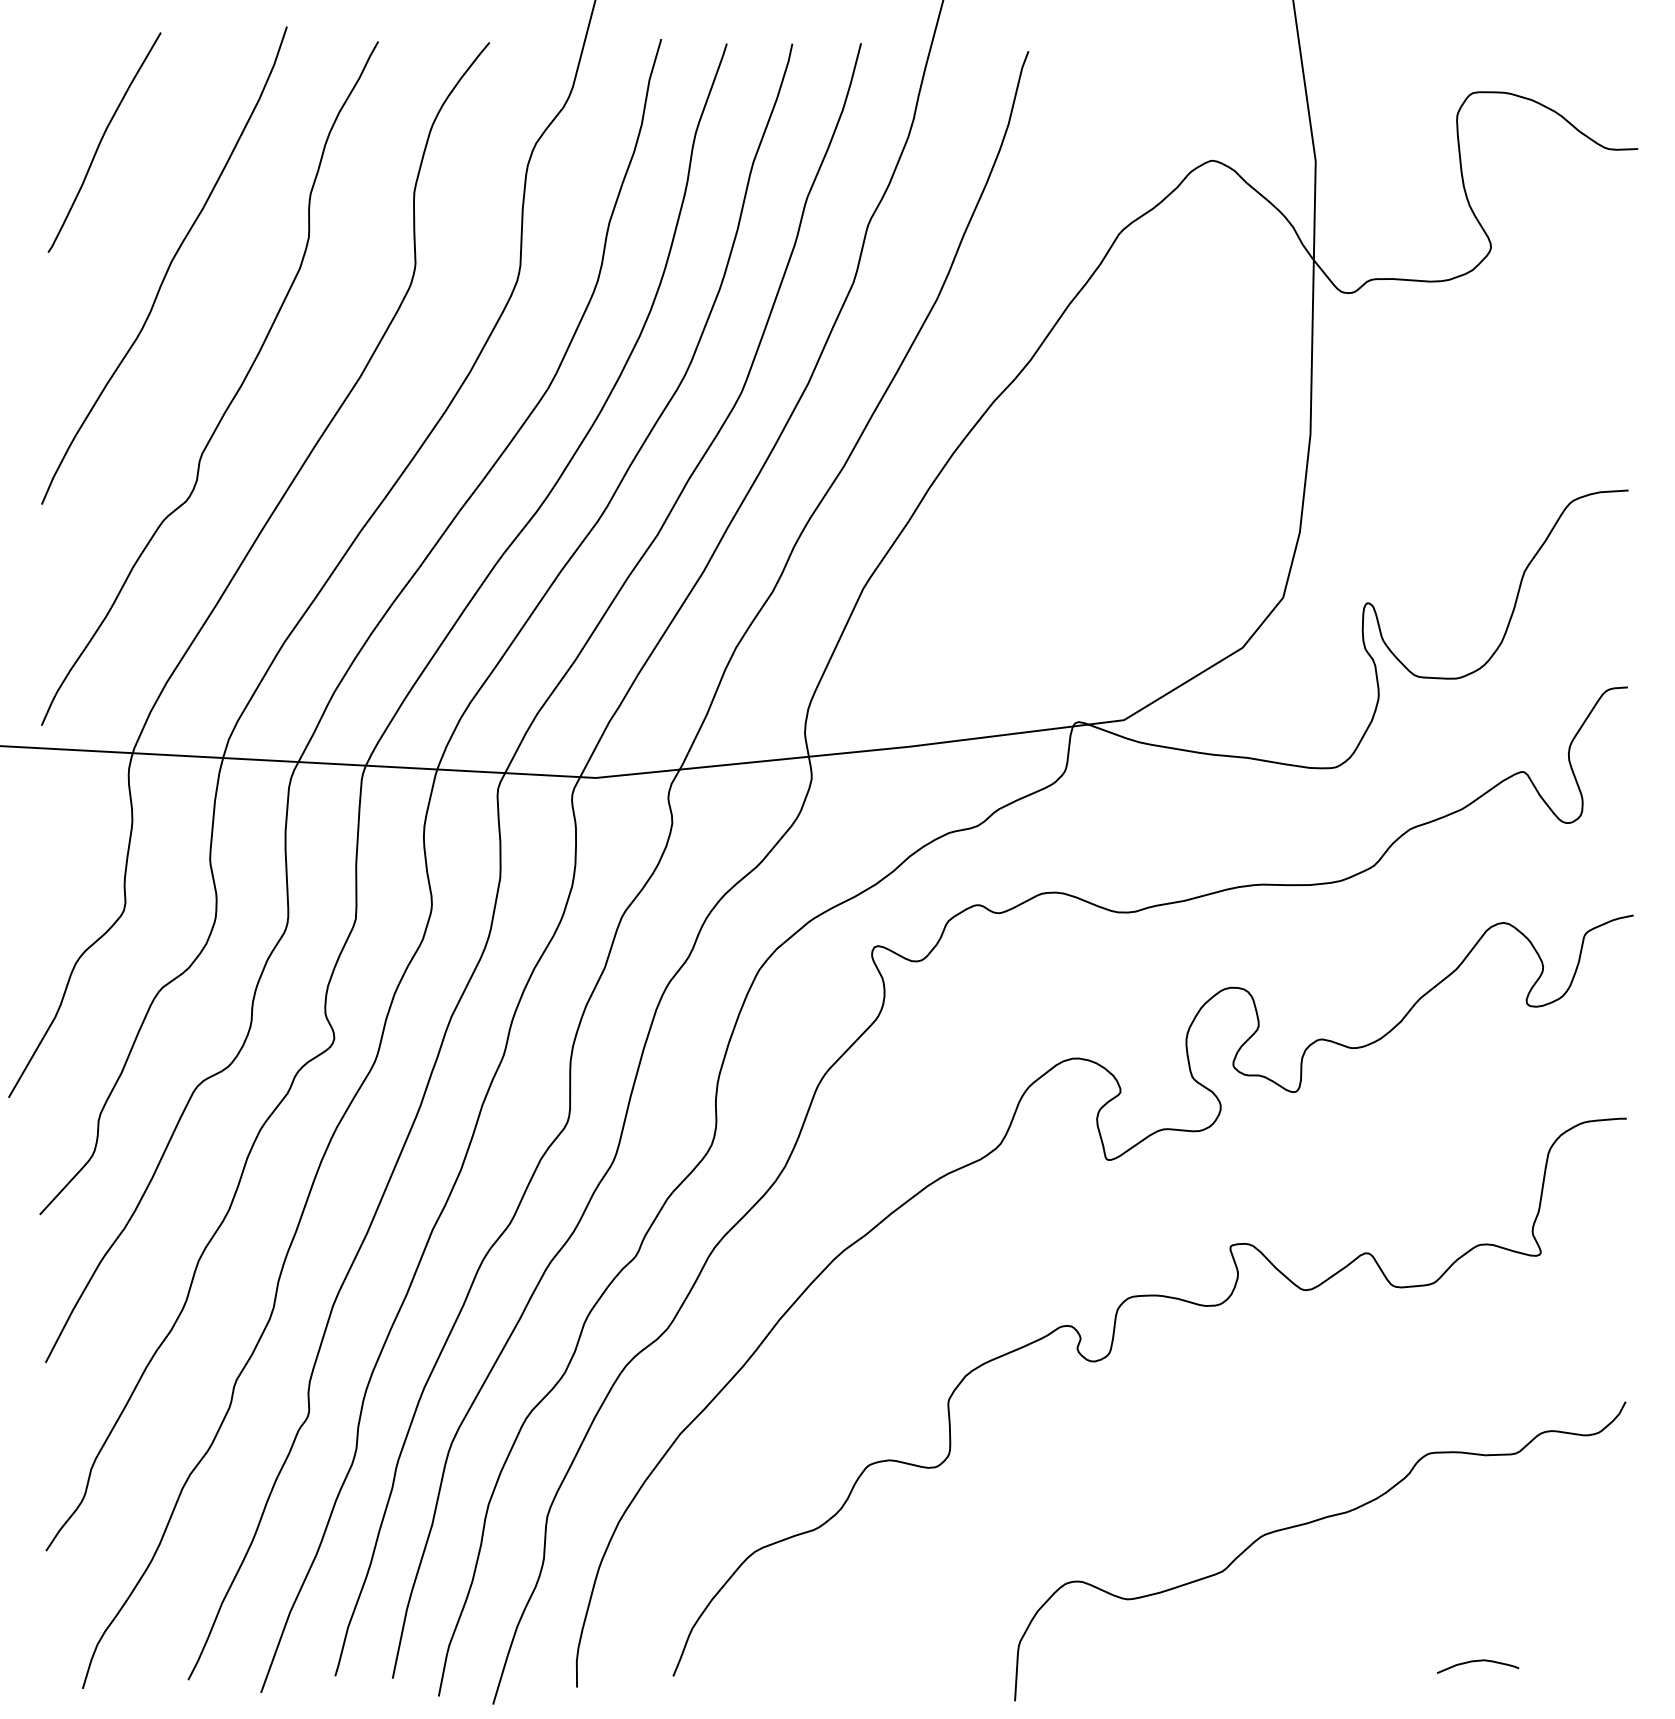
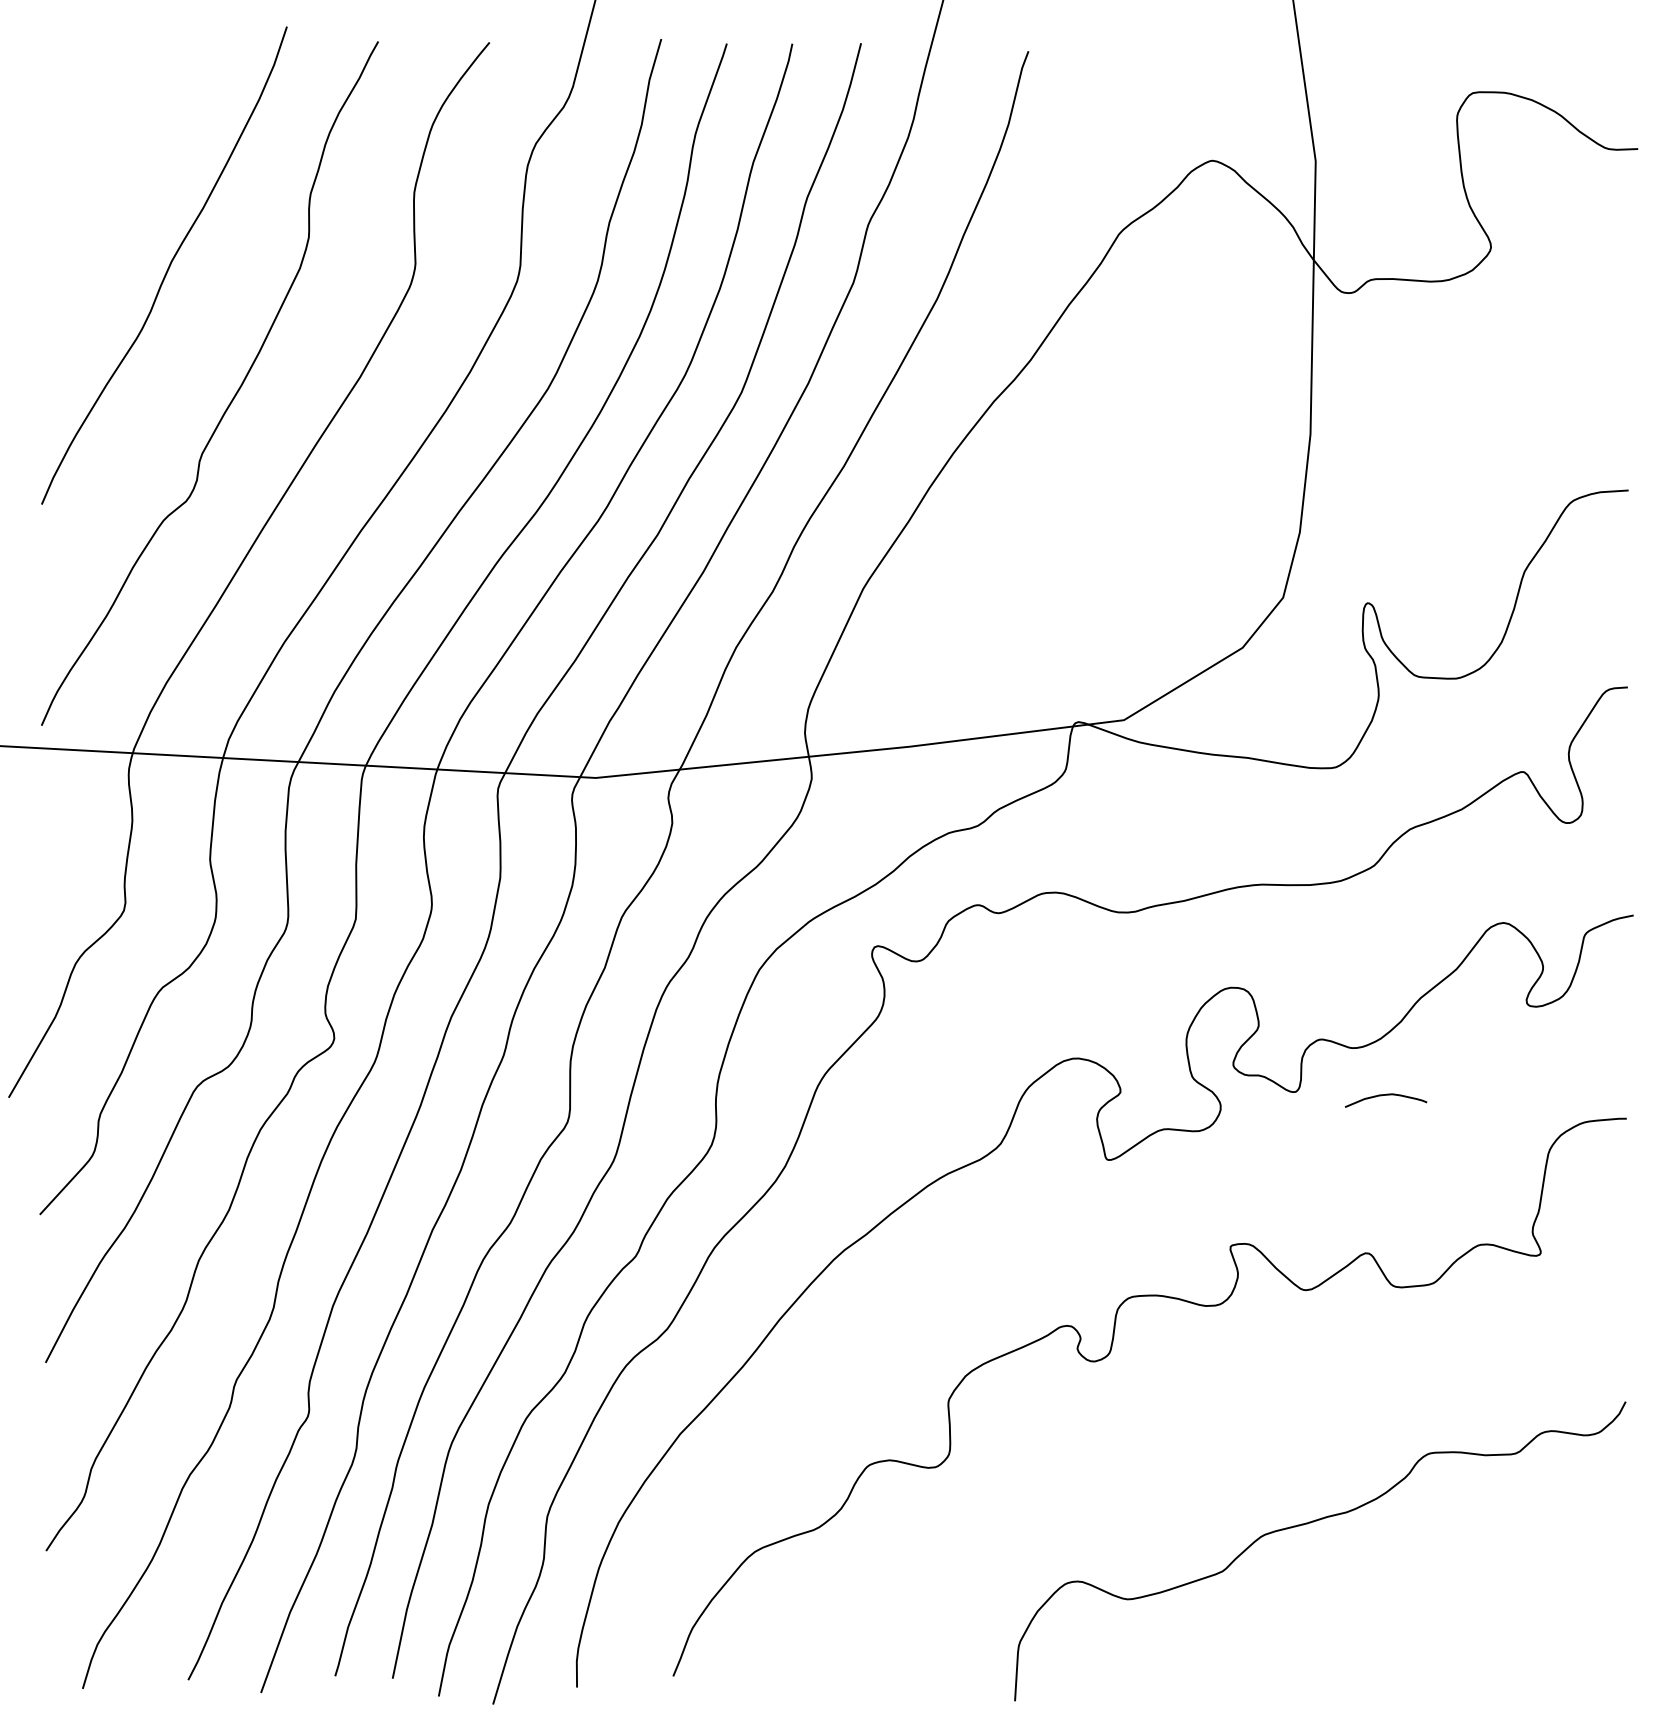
curve at (102, 140): present -> none
curve at (1478, 1661) position: (1478, 1661) -> (1386, 1095)
